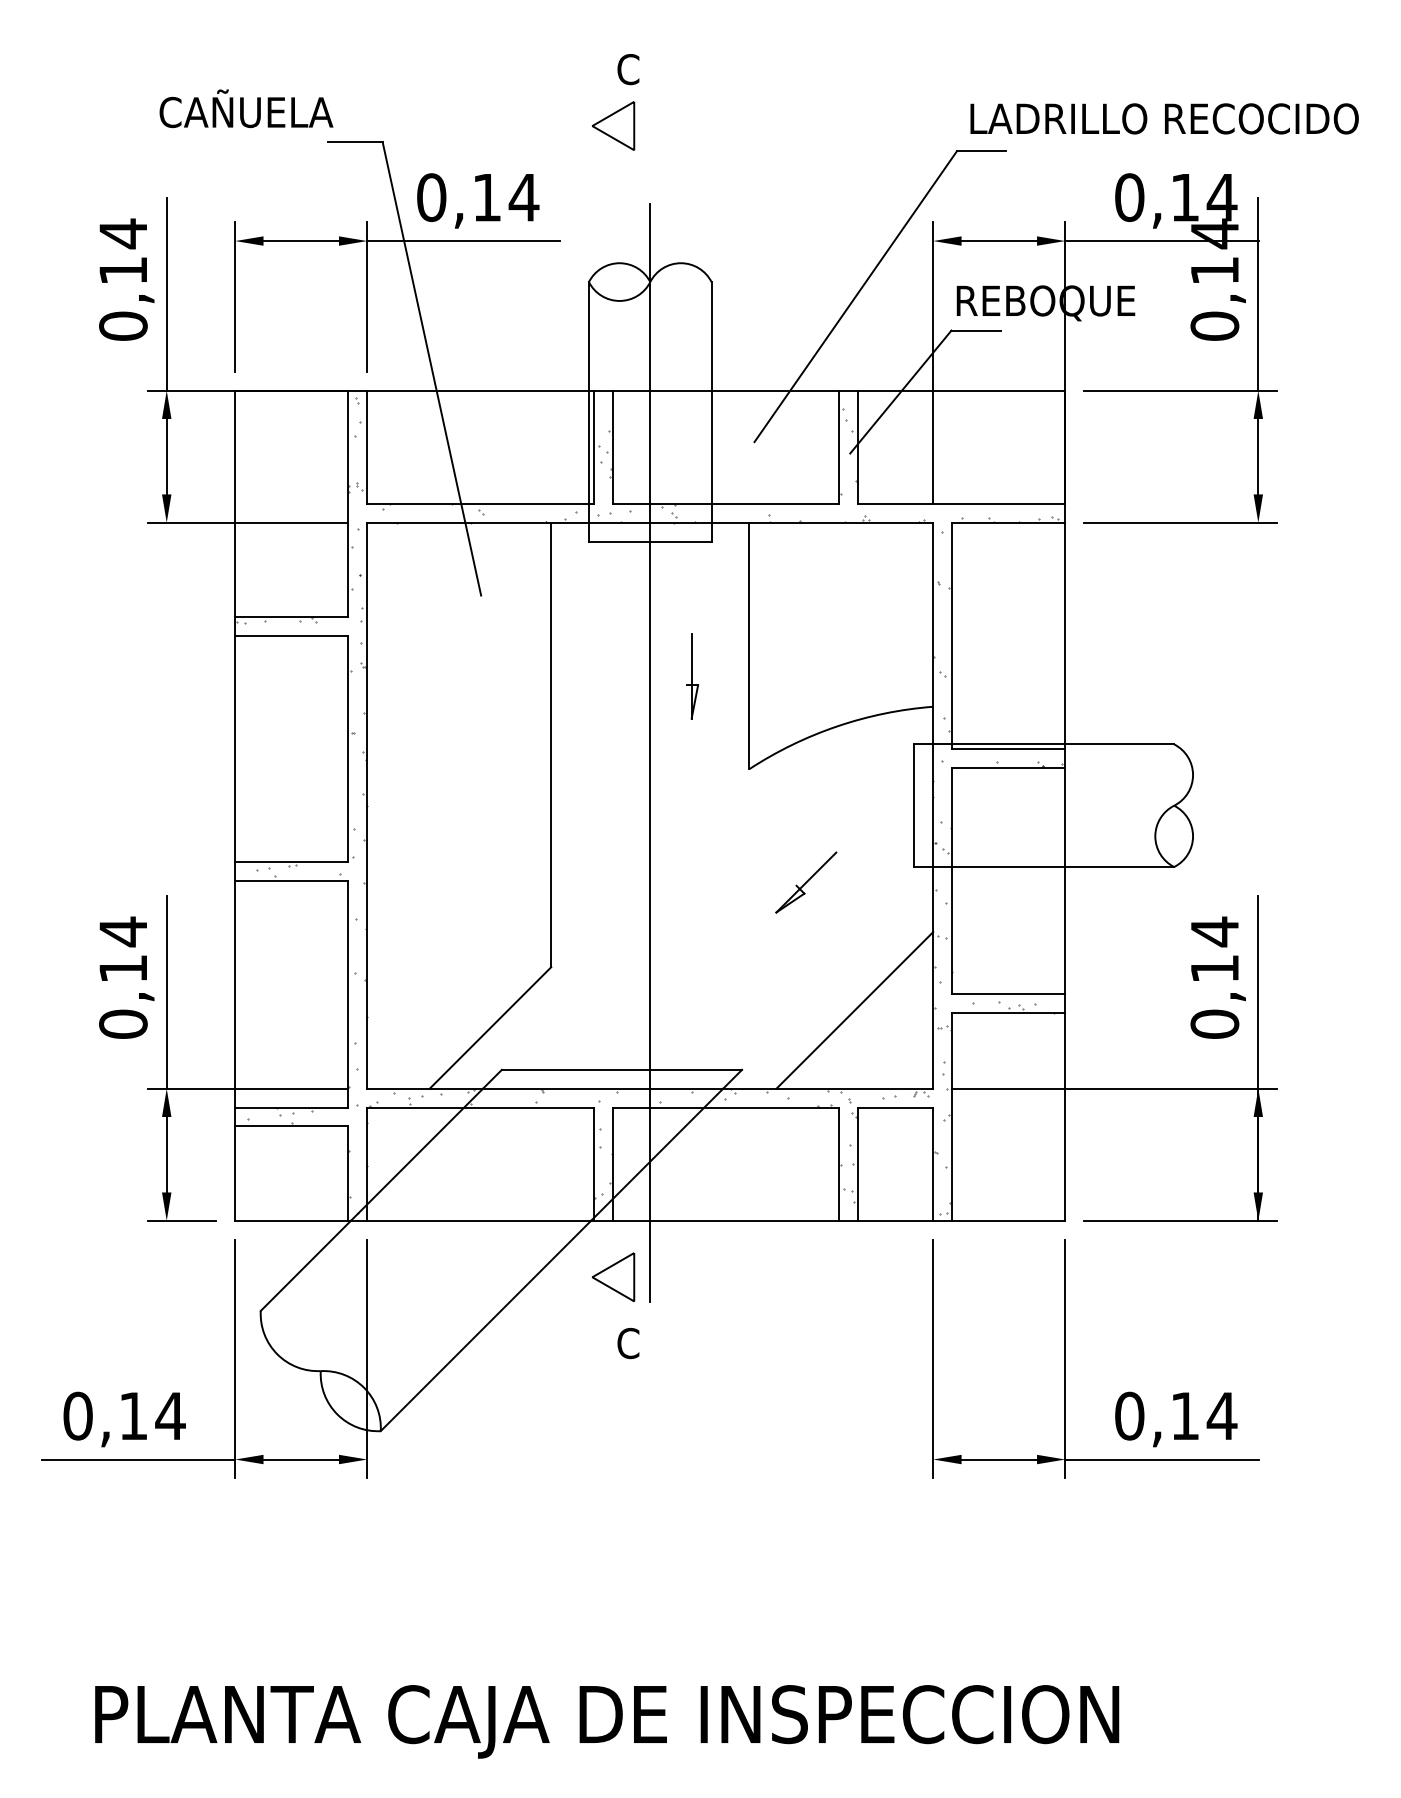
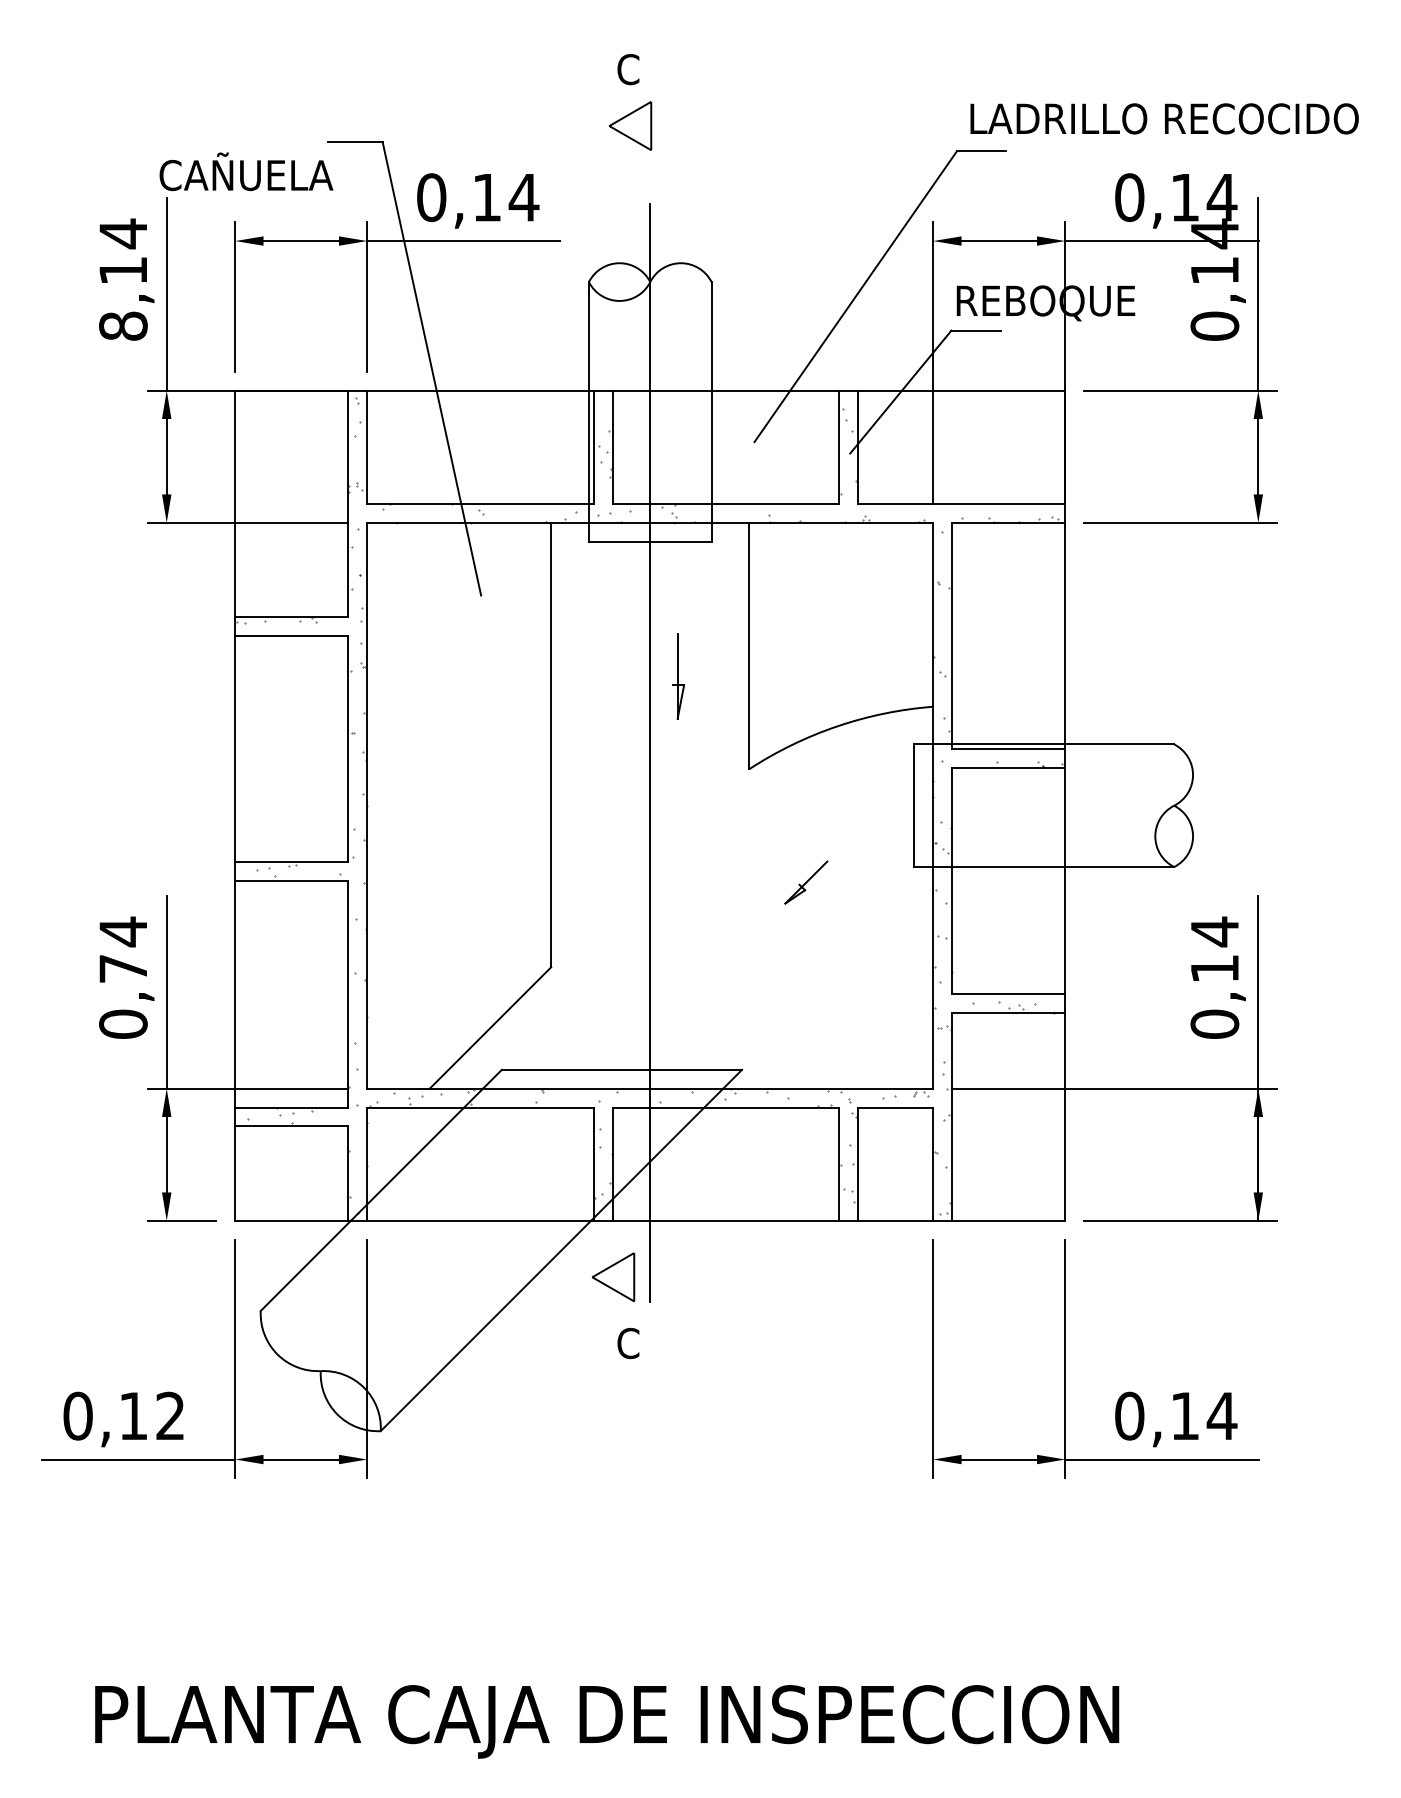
text at (246, 108) position: (246, 108) -> (246, 171)
part at (613, 125) position: (613, 125) -> (630, 125)
text at (123, 325): 0,14 -> 8,14
part at (692, 676) position: (692, 676) -> (678, 676)
part at (806, 882) size: 63x63 px -> 45x45 px
text at (122, 968): 0,14 -> 0,74
line at (854, 1010): present -> none
text at (170, 1415): 0,14 -> 0,12
